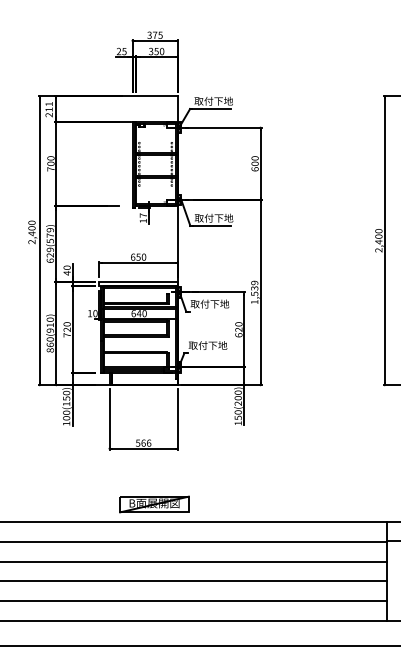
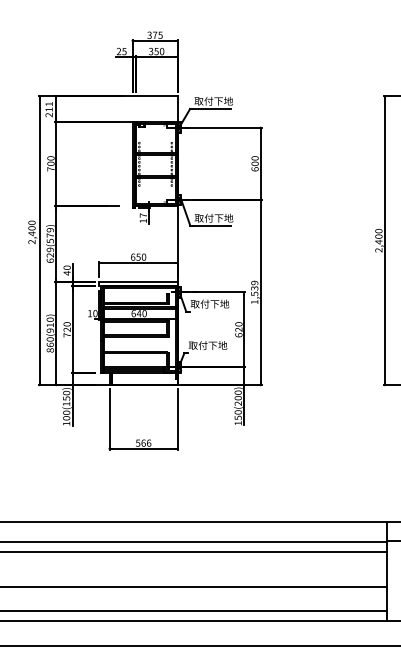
part at (154, 504): present -> none
line at (194, 561) position: (194, 561) -> (194, 551)
line at (194, 581) position: (194, 581) -> (194, 587)
line at (194, 600) position: (194, 600) -> (194, 610)
